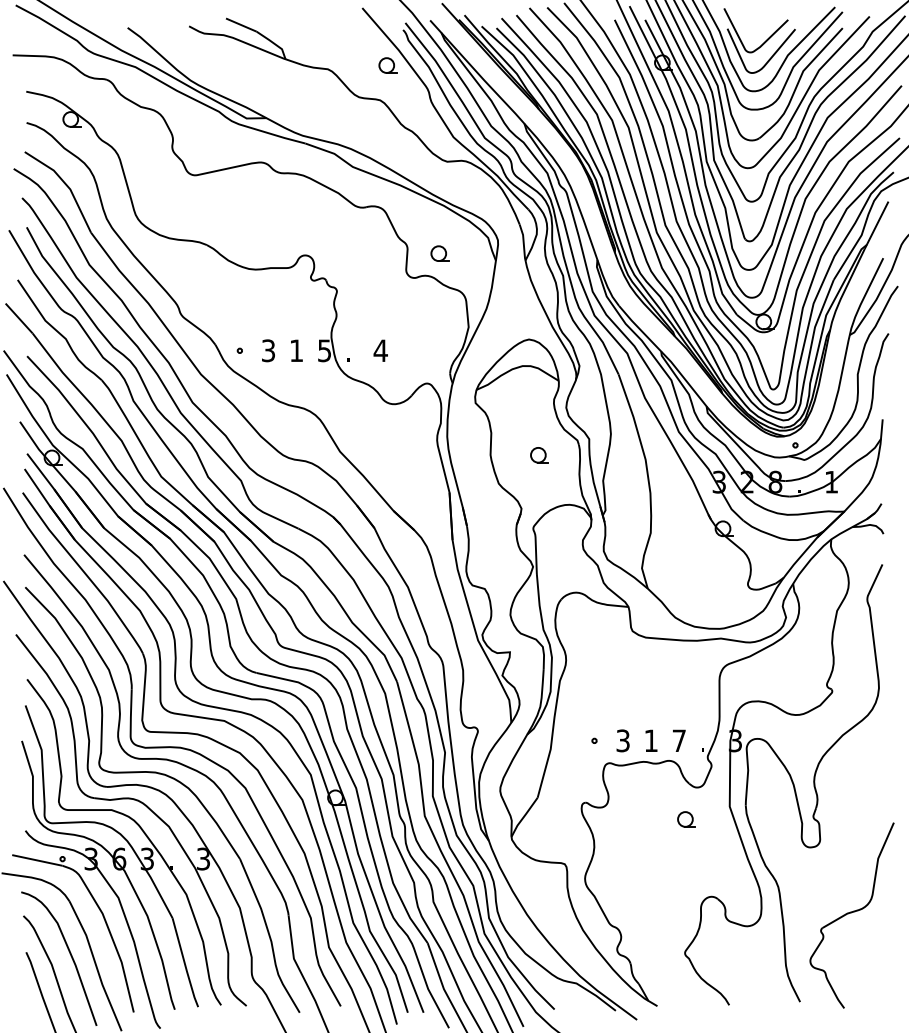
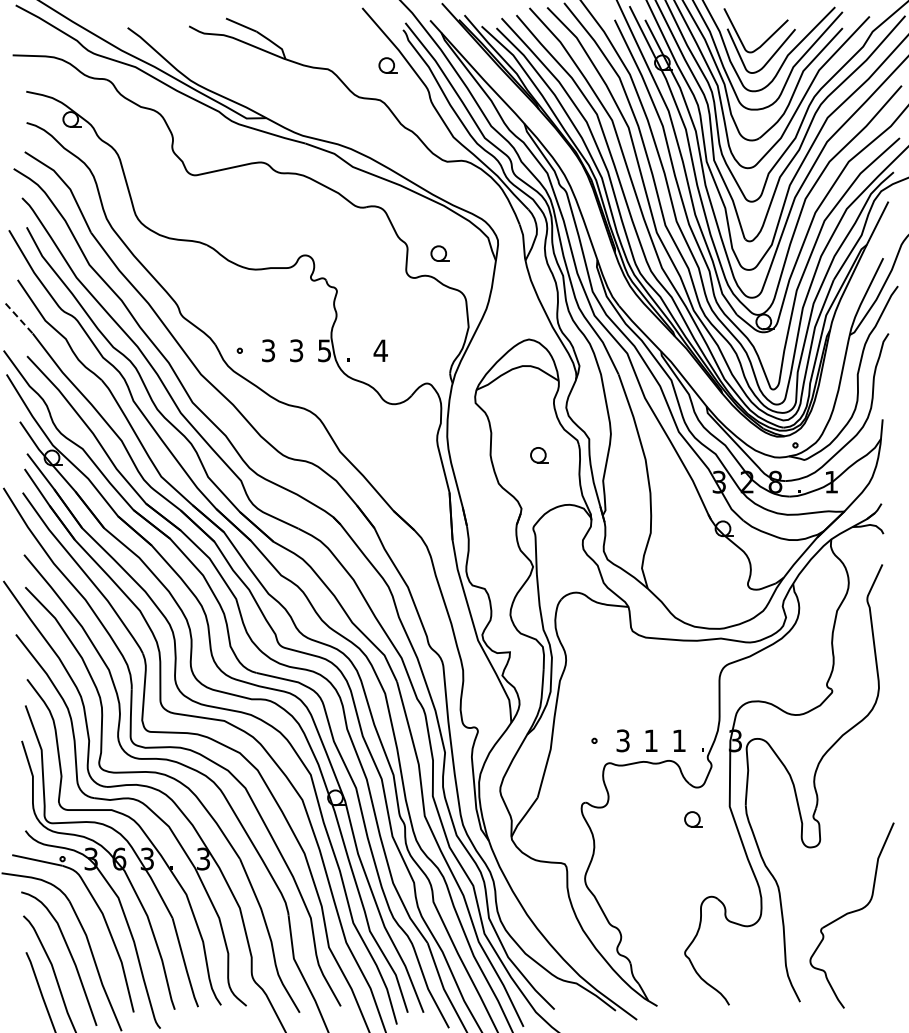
line at (19, 318): solid -> dashed
text at (296, 350): 1 -> 3
text at (679, 740): 7 -> 1
part at (686, 819) position: (686, 819) -> (693, 819)
